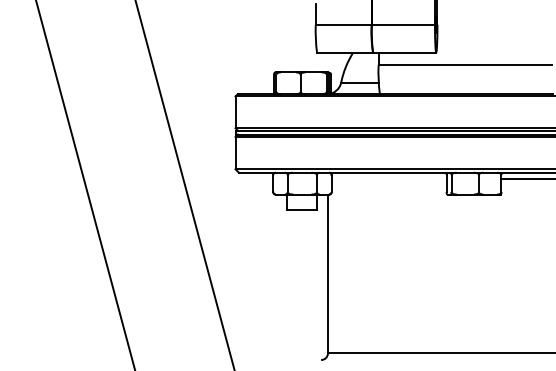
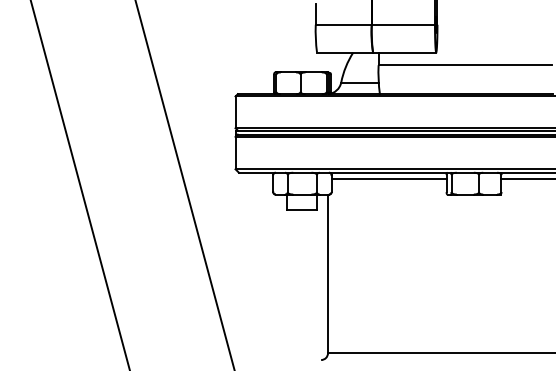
line at (388, 178): none -> present
line at (85, 184) position: (85, 184) -> (80, 184)
